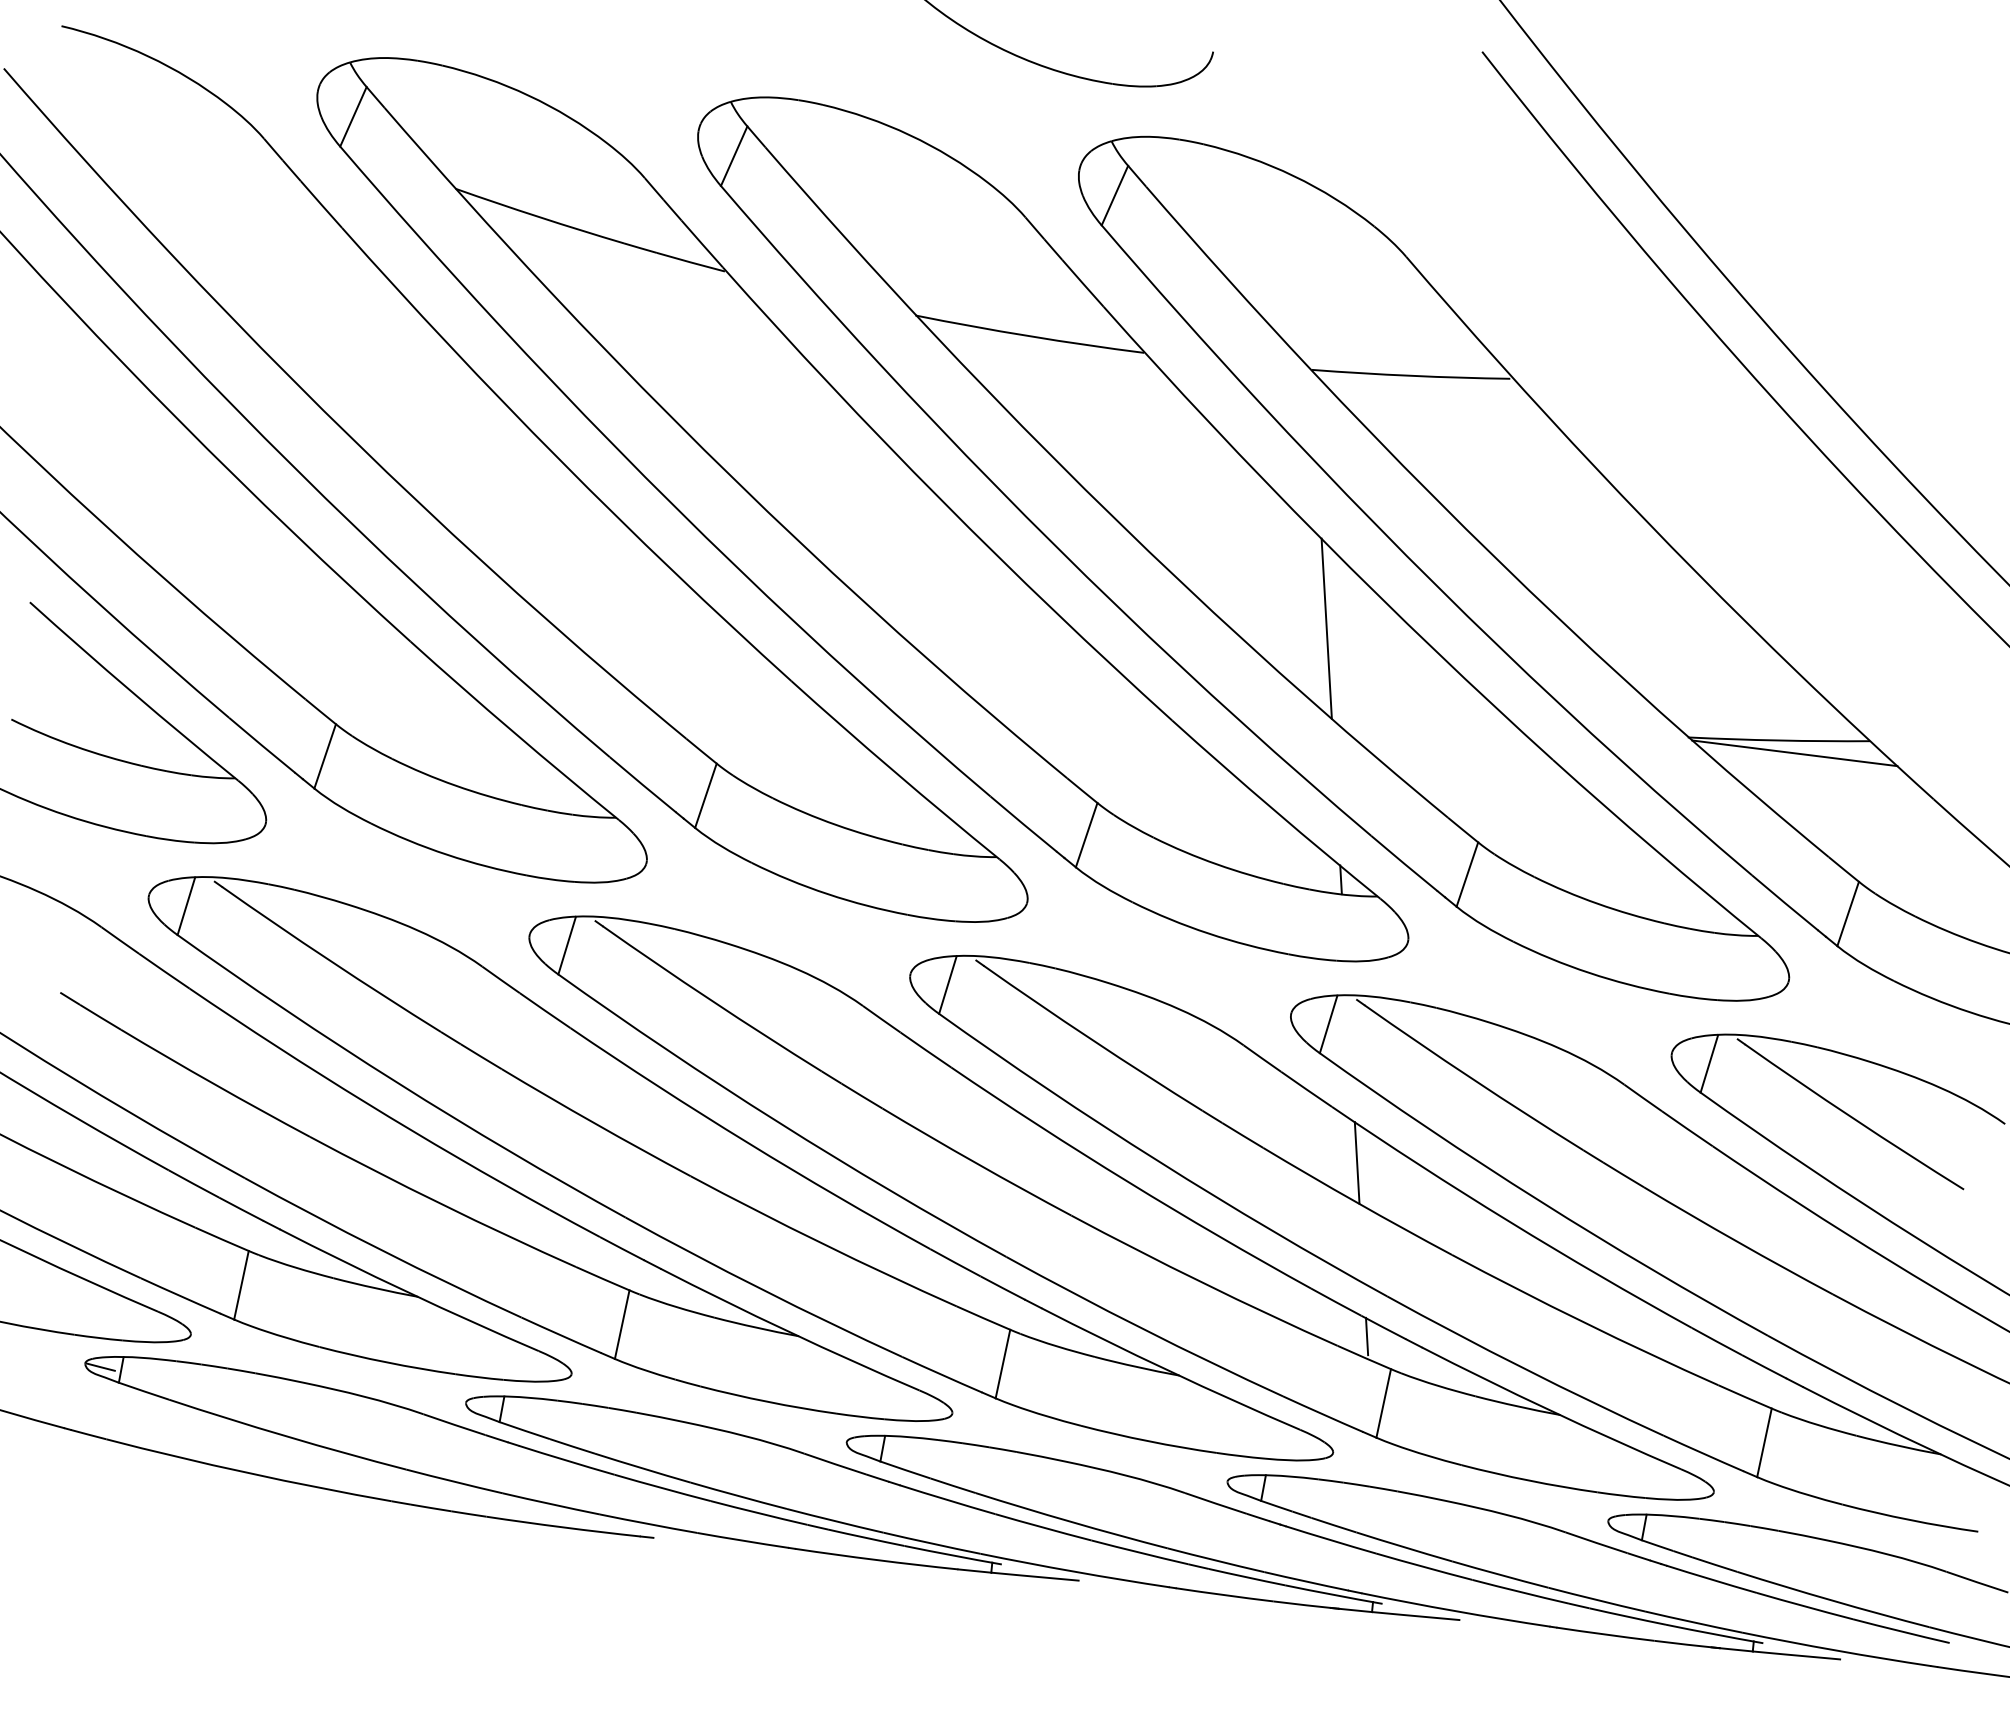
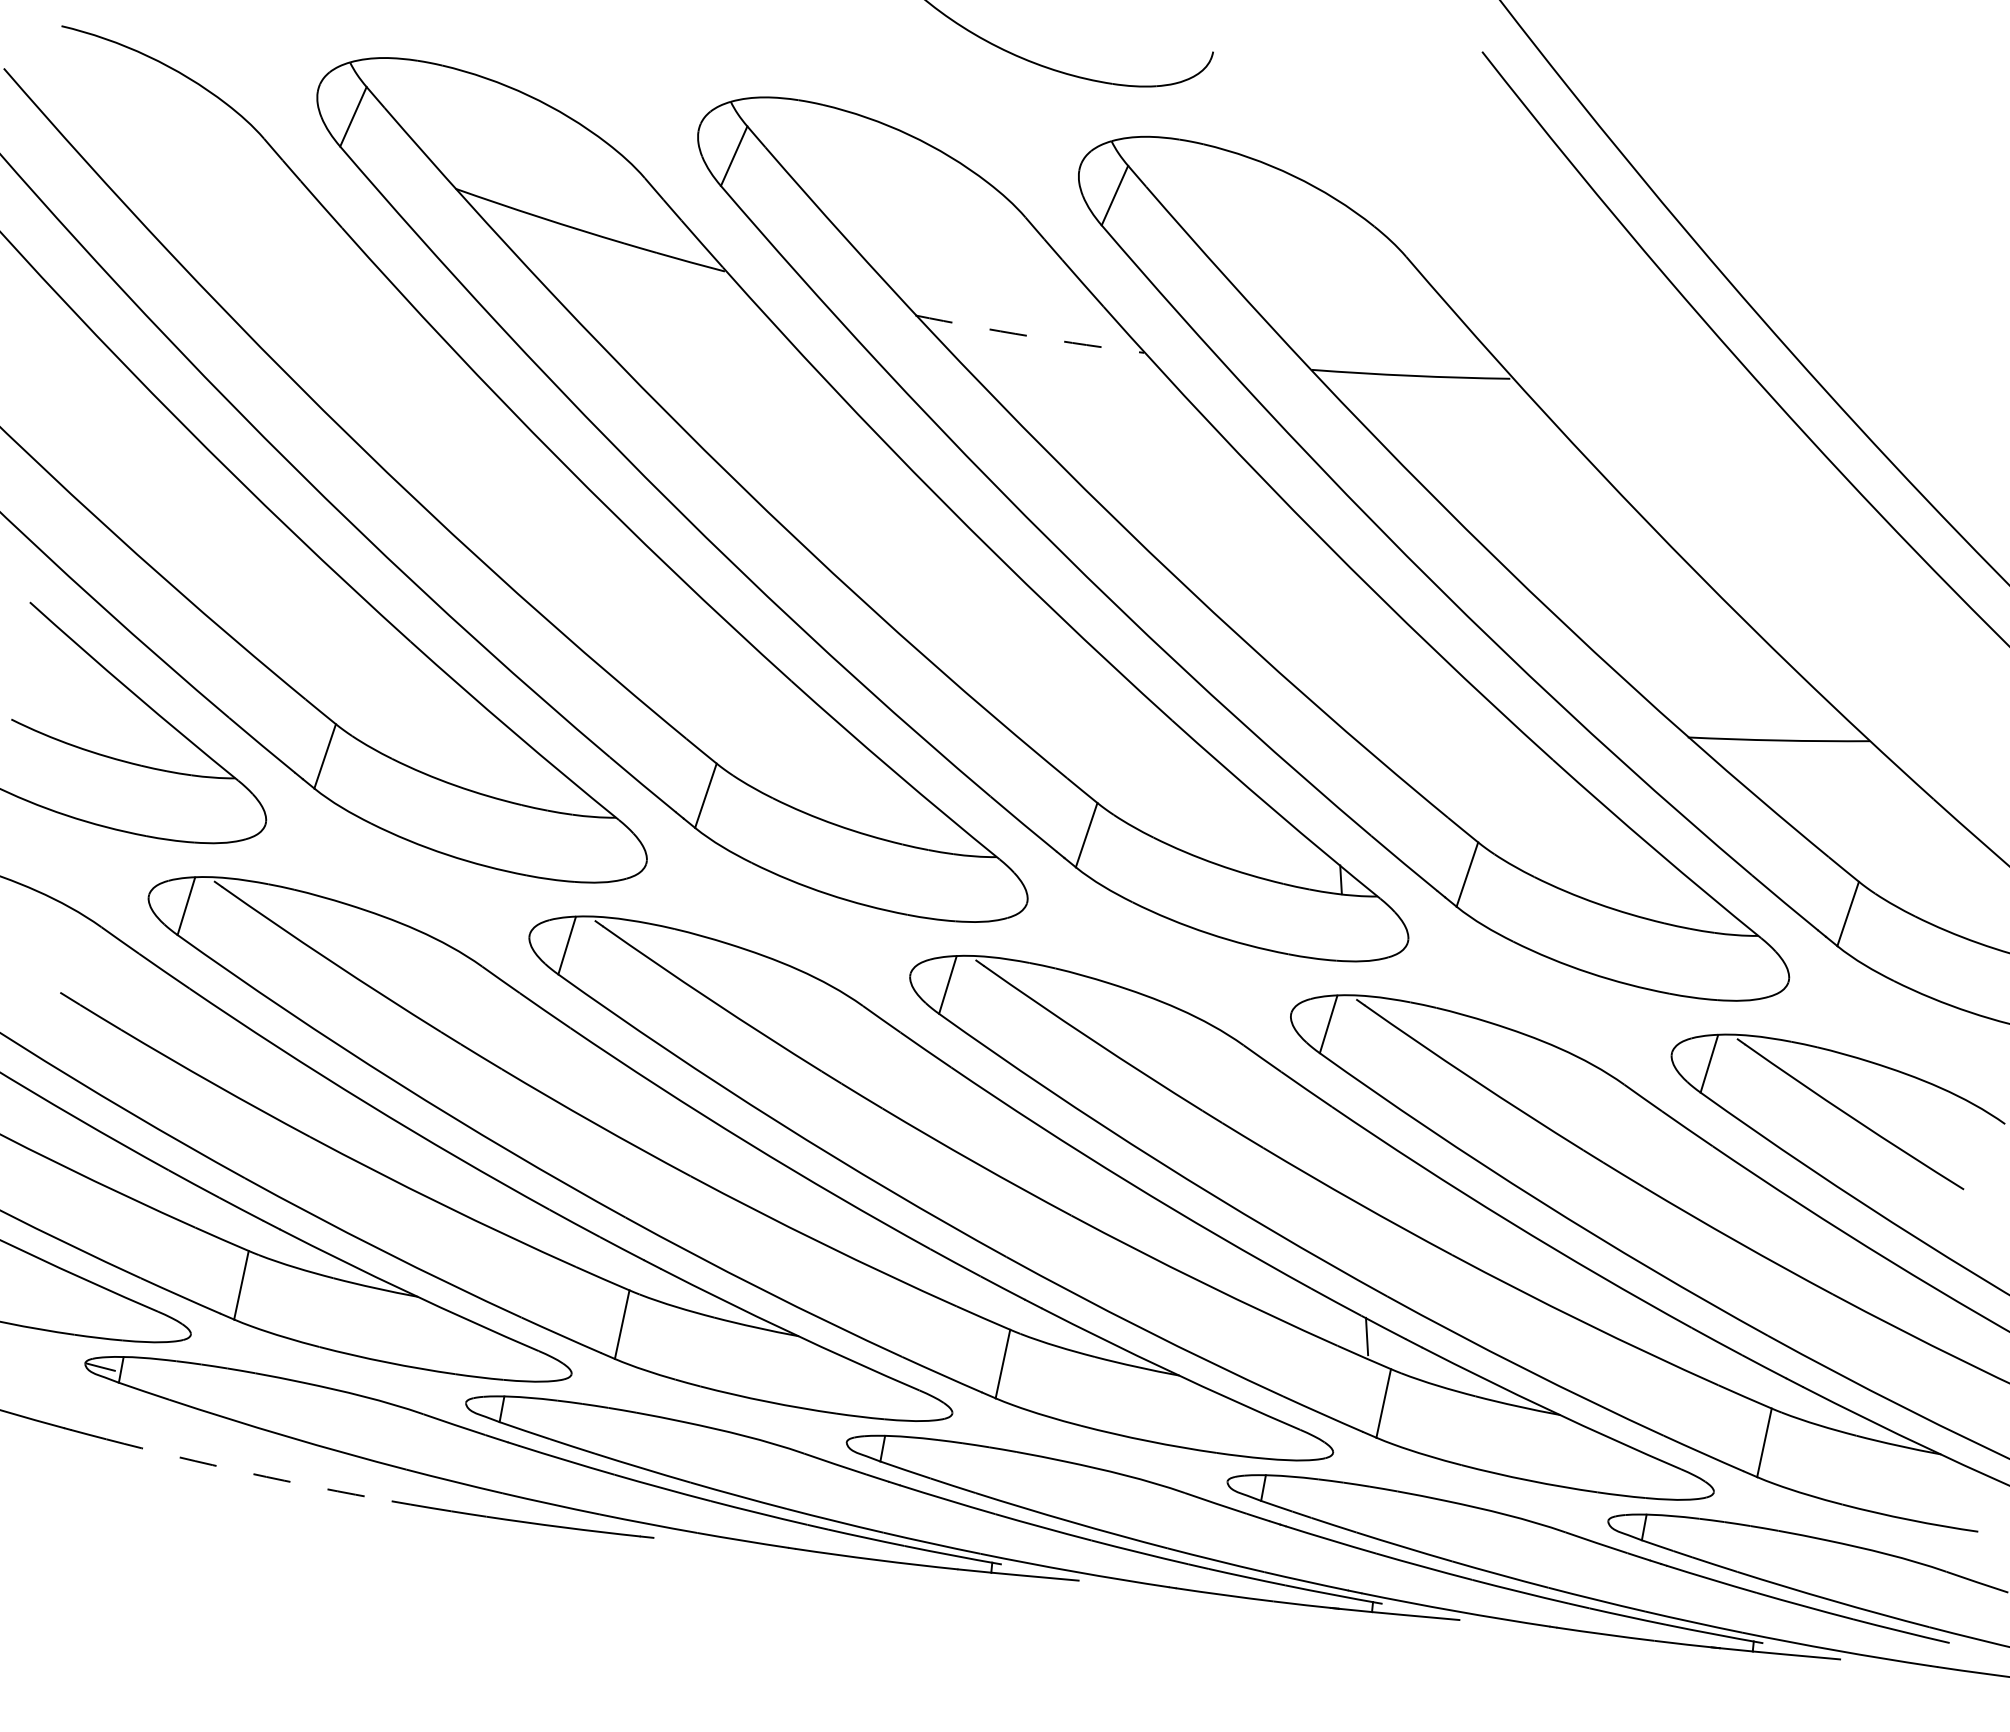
arc at (1029, 336): solid -> dashed
line at (1326, 628): present -> none
line at (1794, 753): present -> none
line at (1356, 1162): present -> none
arc at (248, 1473): solid -> dashed
